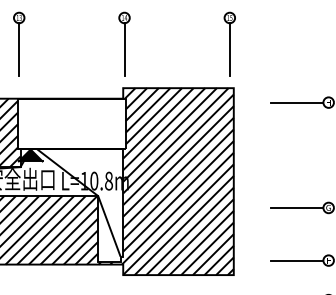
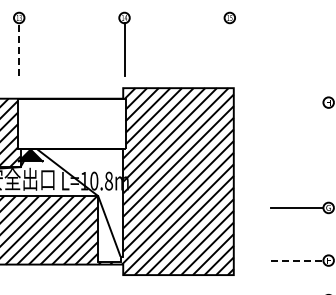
line at (19, 49): solid -> dashed
line at (229, 49): present -> none
line at (296, 102): present -> none
line at (297, 260): solid -> dashed
